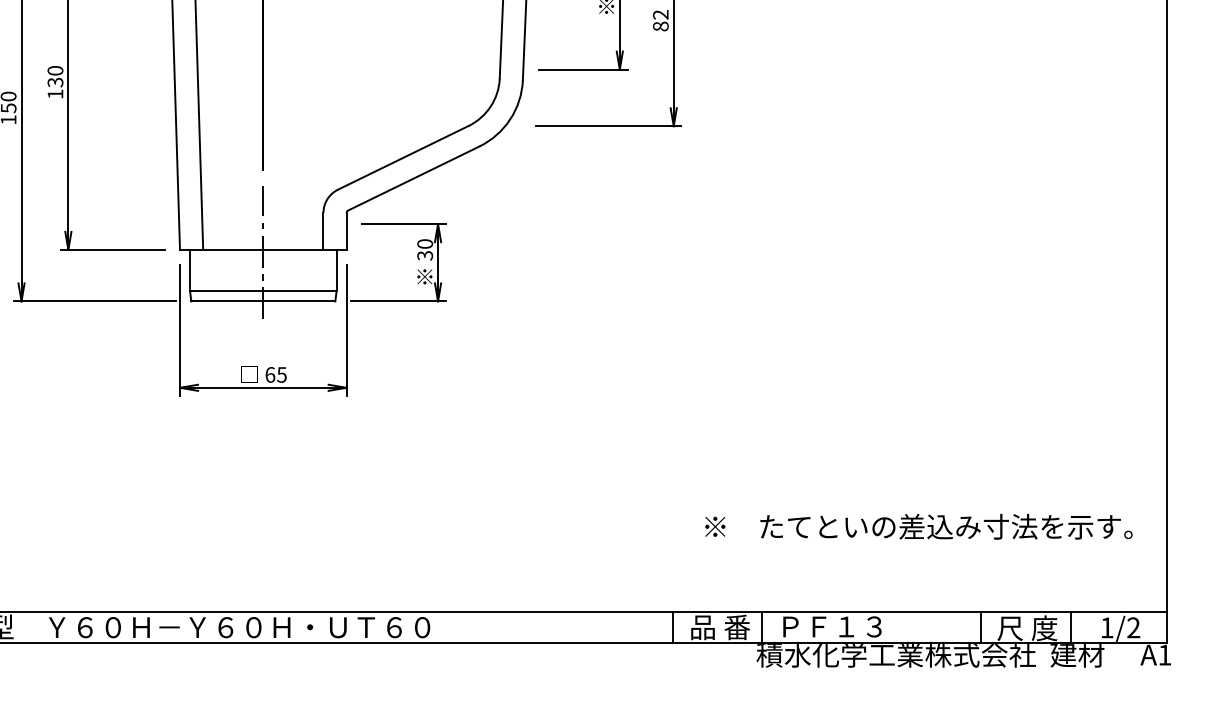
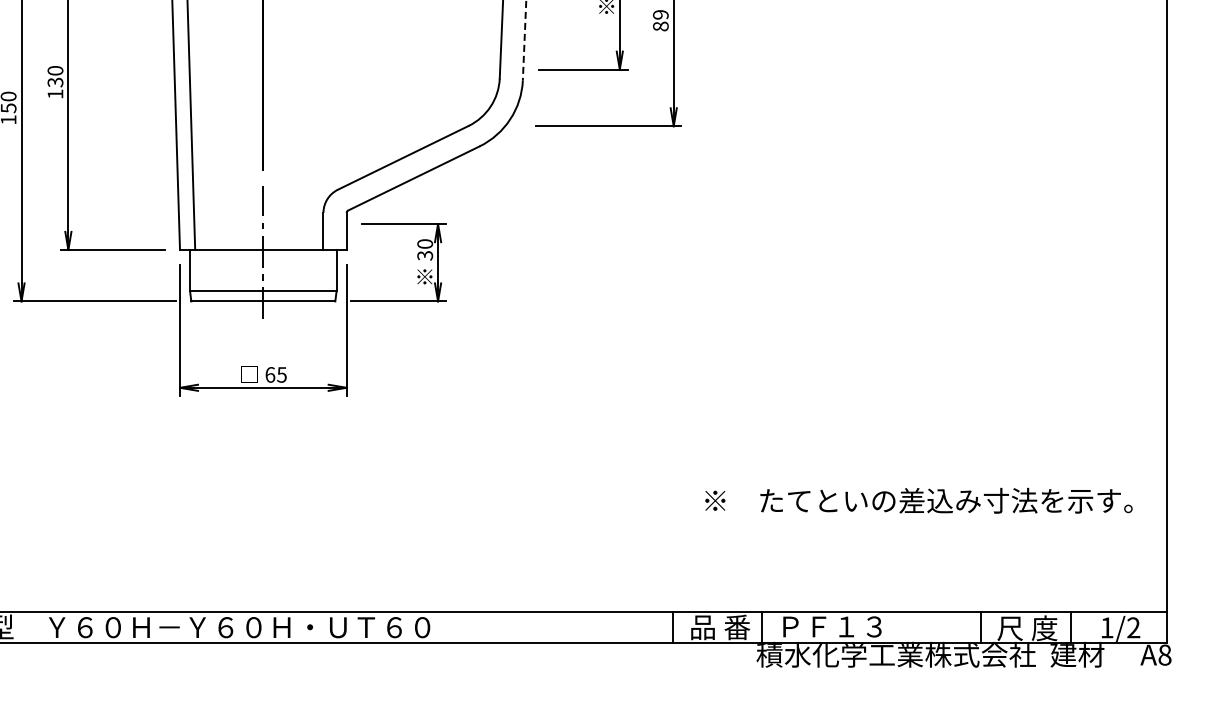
text at (660, 14): 82 -> 89
line at (524, 40): solid -> dashed
line at (199, 125) position: (199, 125) -> (191, 125)
text at (918, 526) position: (918, 526) -> (918, 500)
text at (1164, 654): A1 -> A8
